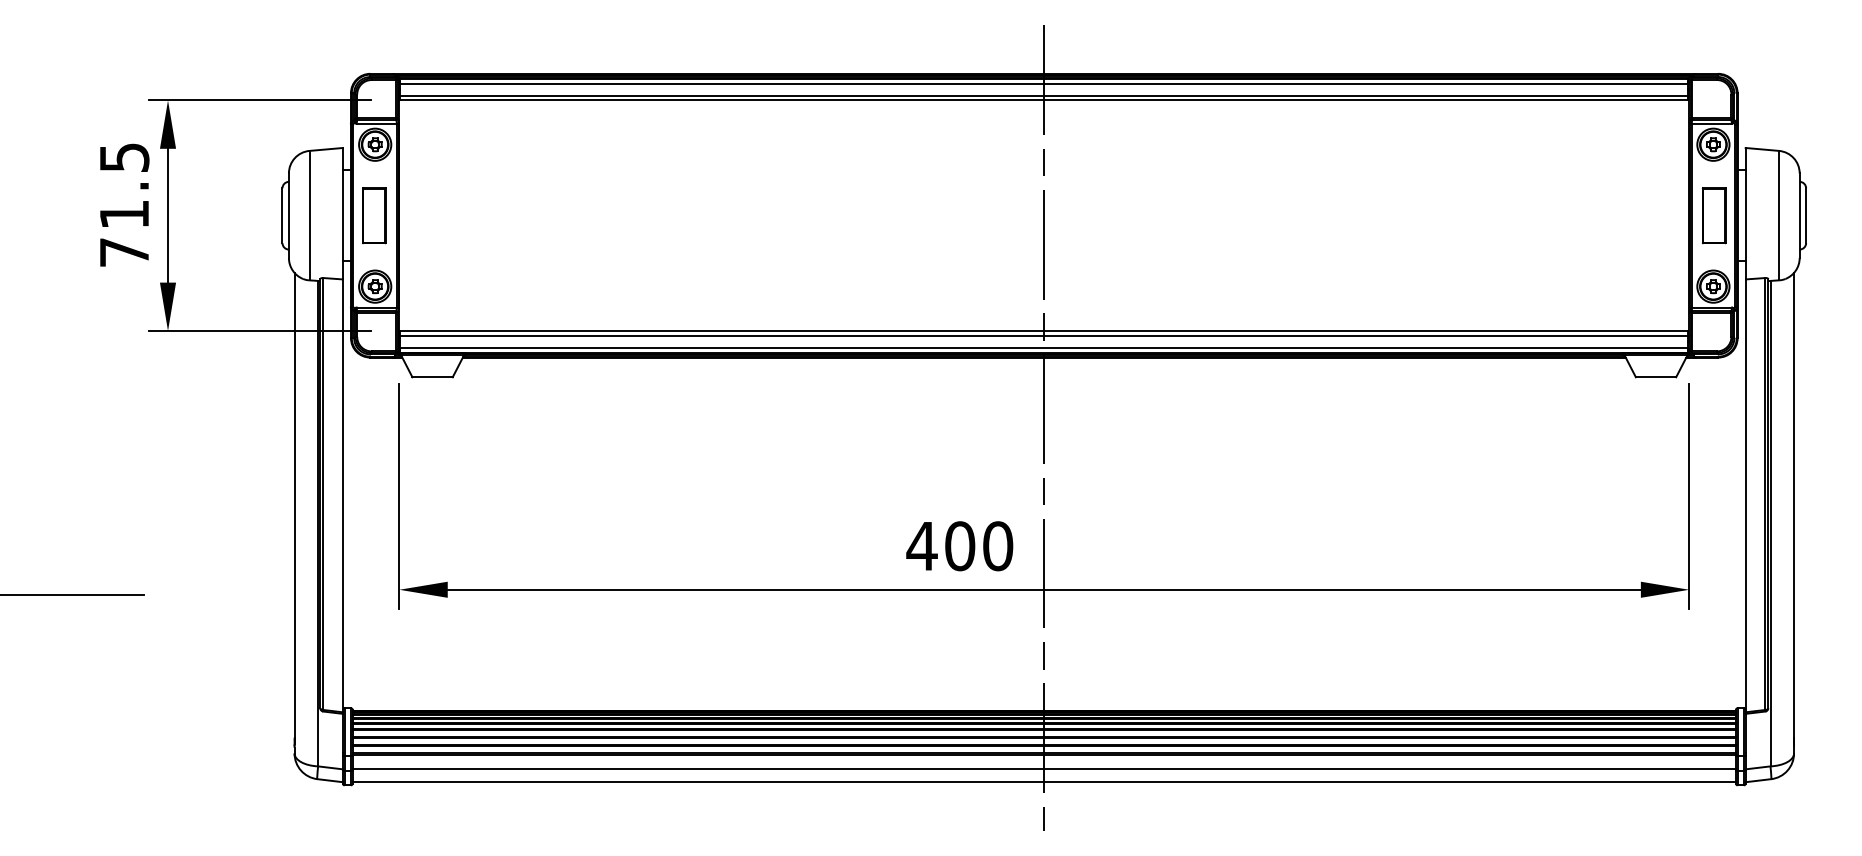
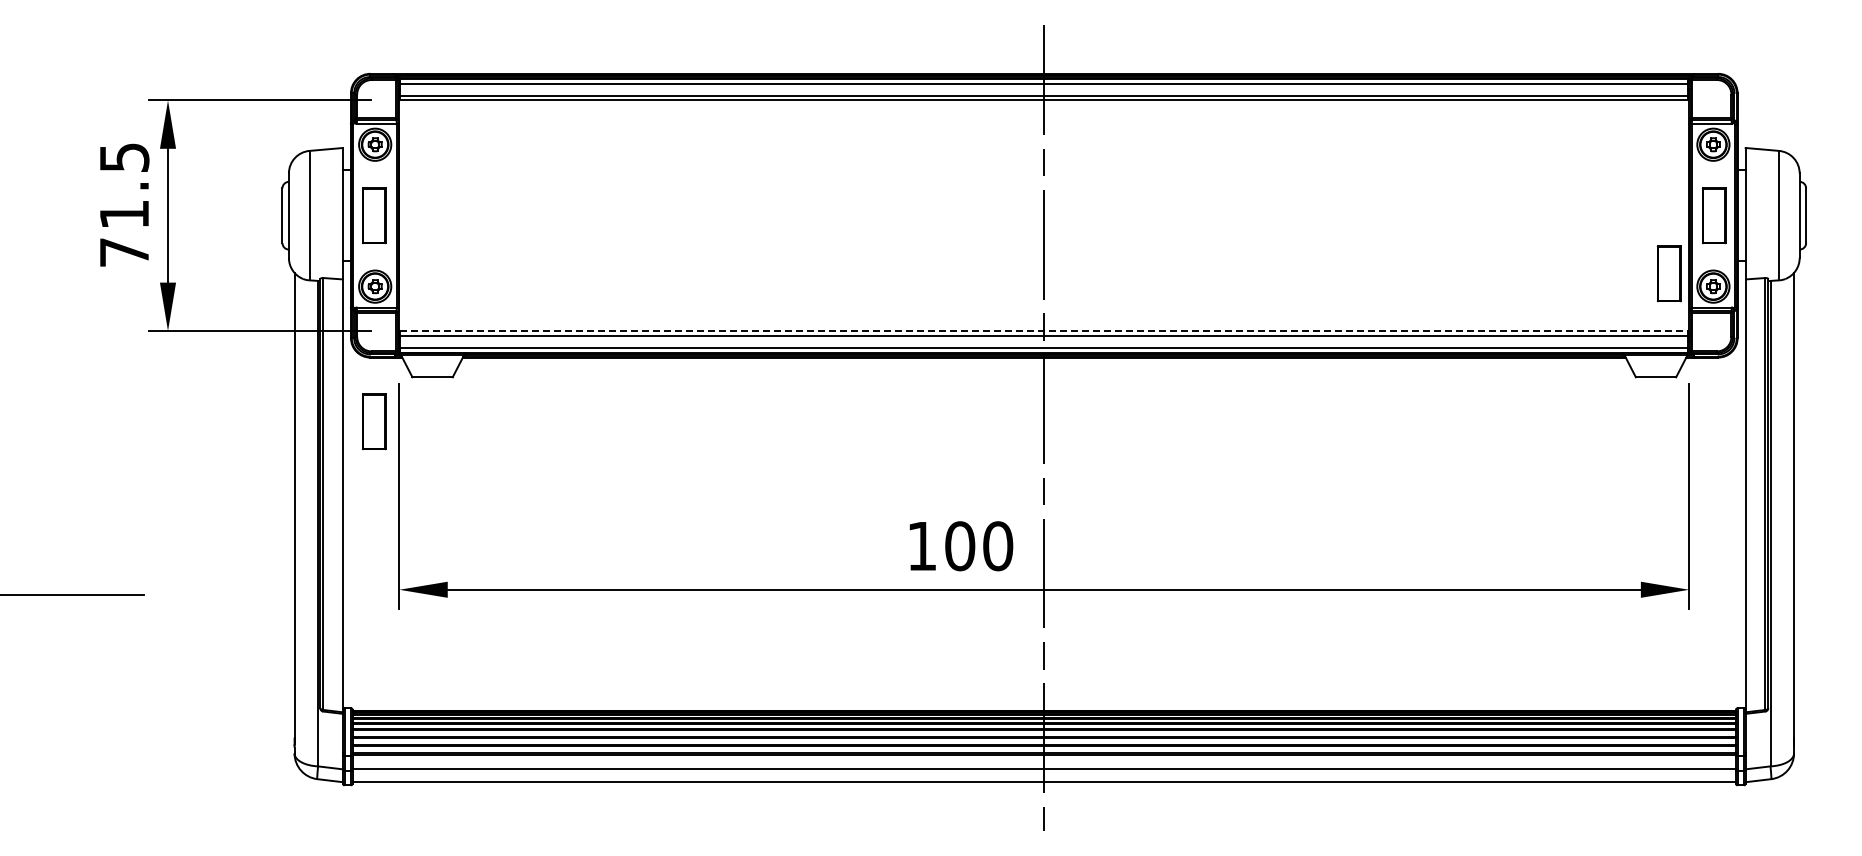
part at (1668, 273): none -> present
line at (1044, 331): solid -> dashed
part at (374, 421): none -> present
text at (921, 546): 400 -> 100
